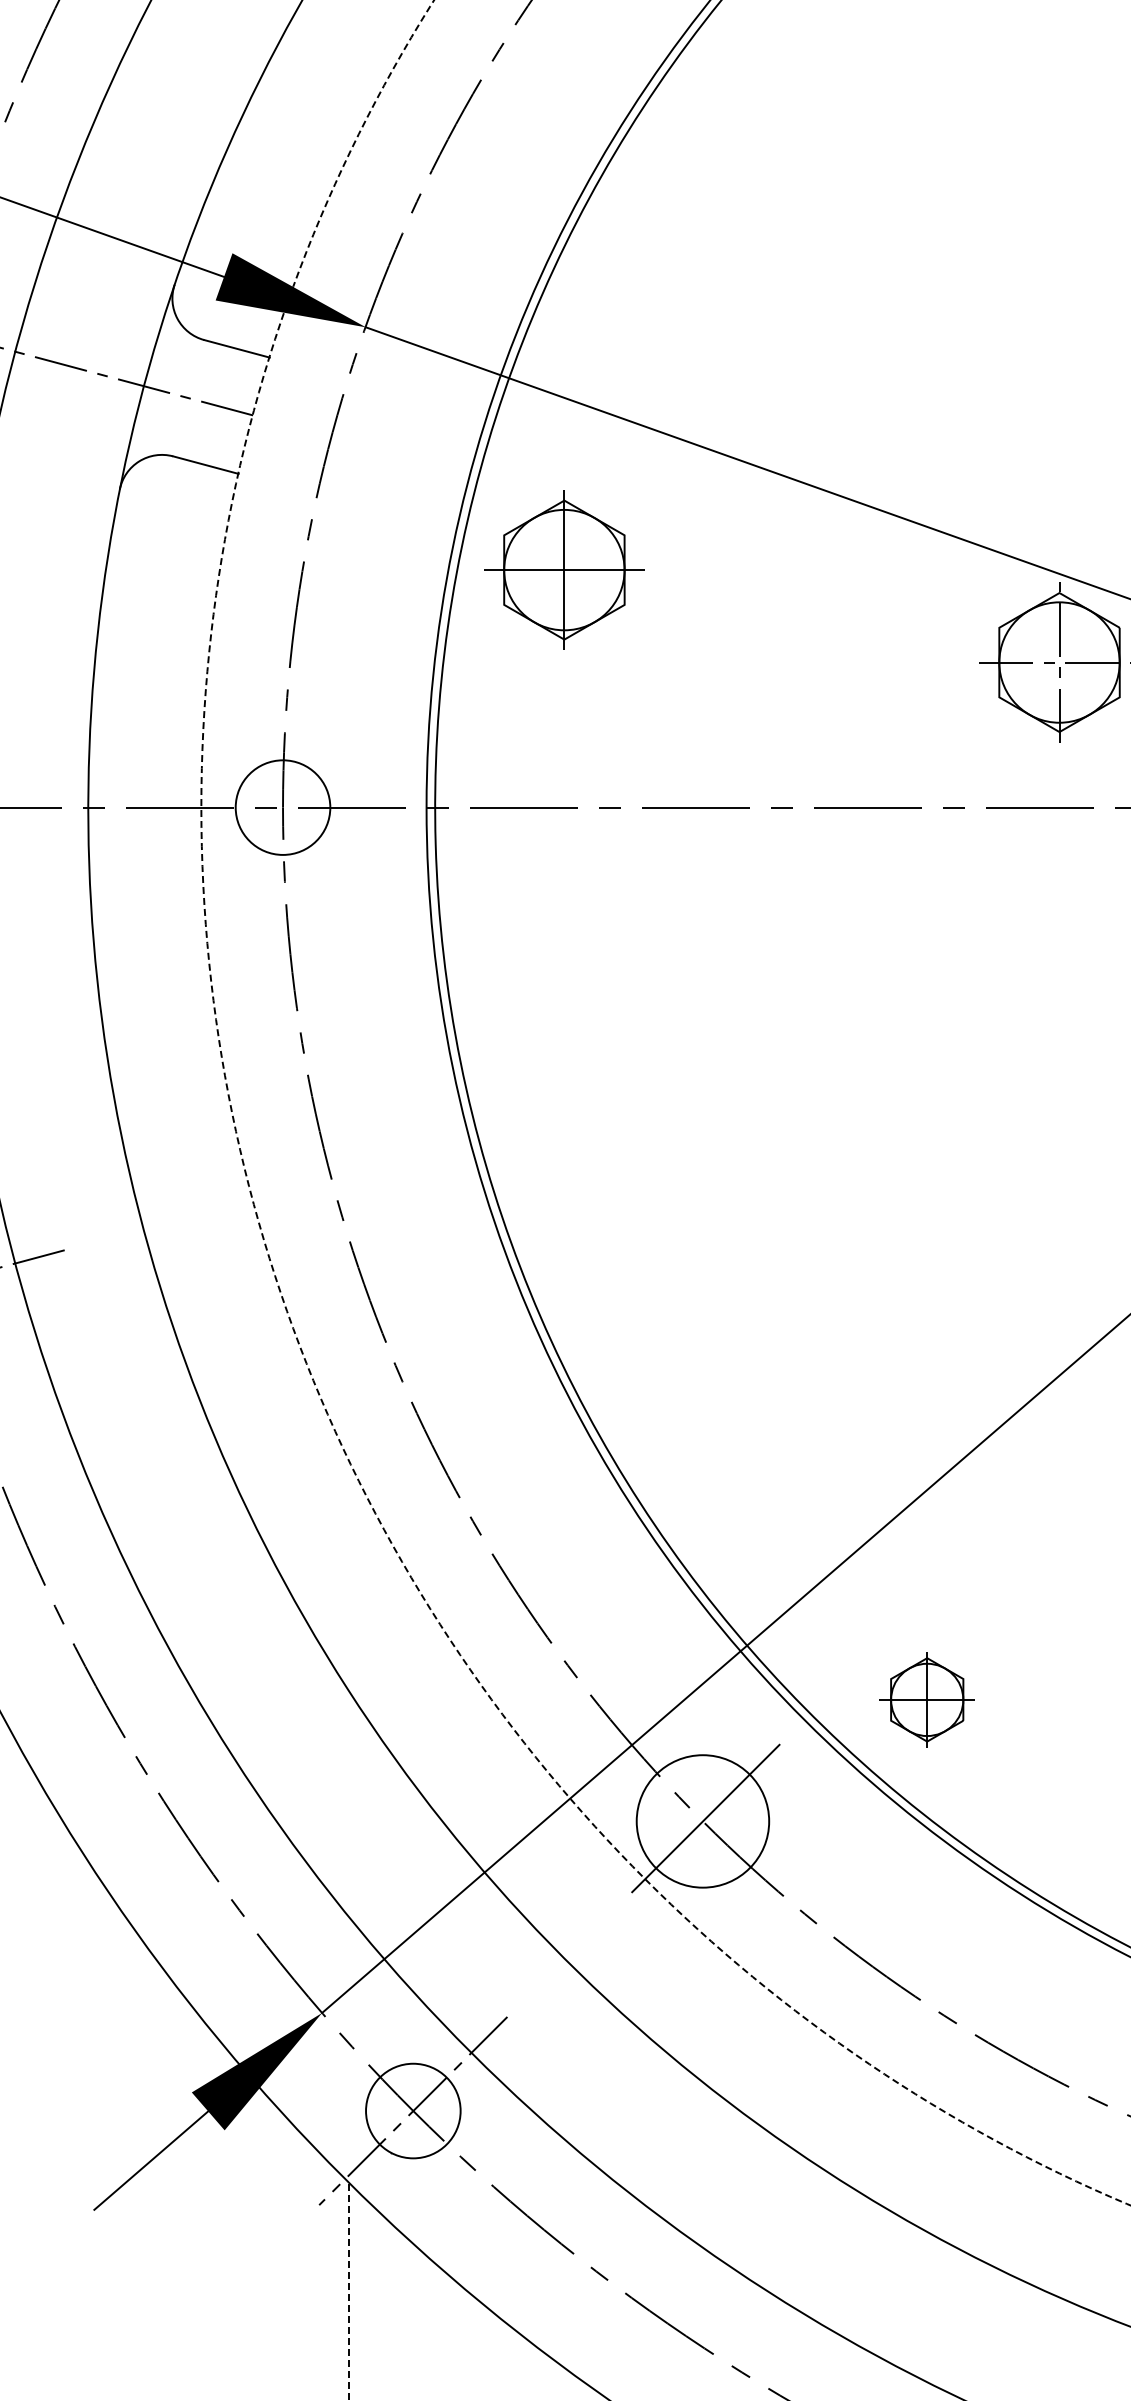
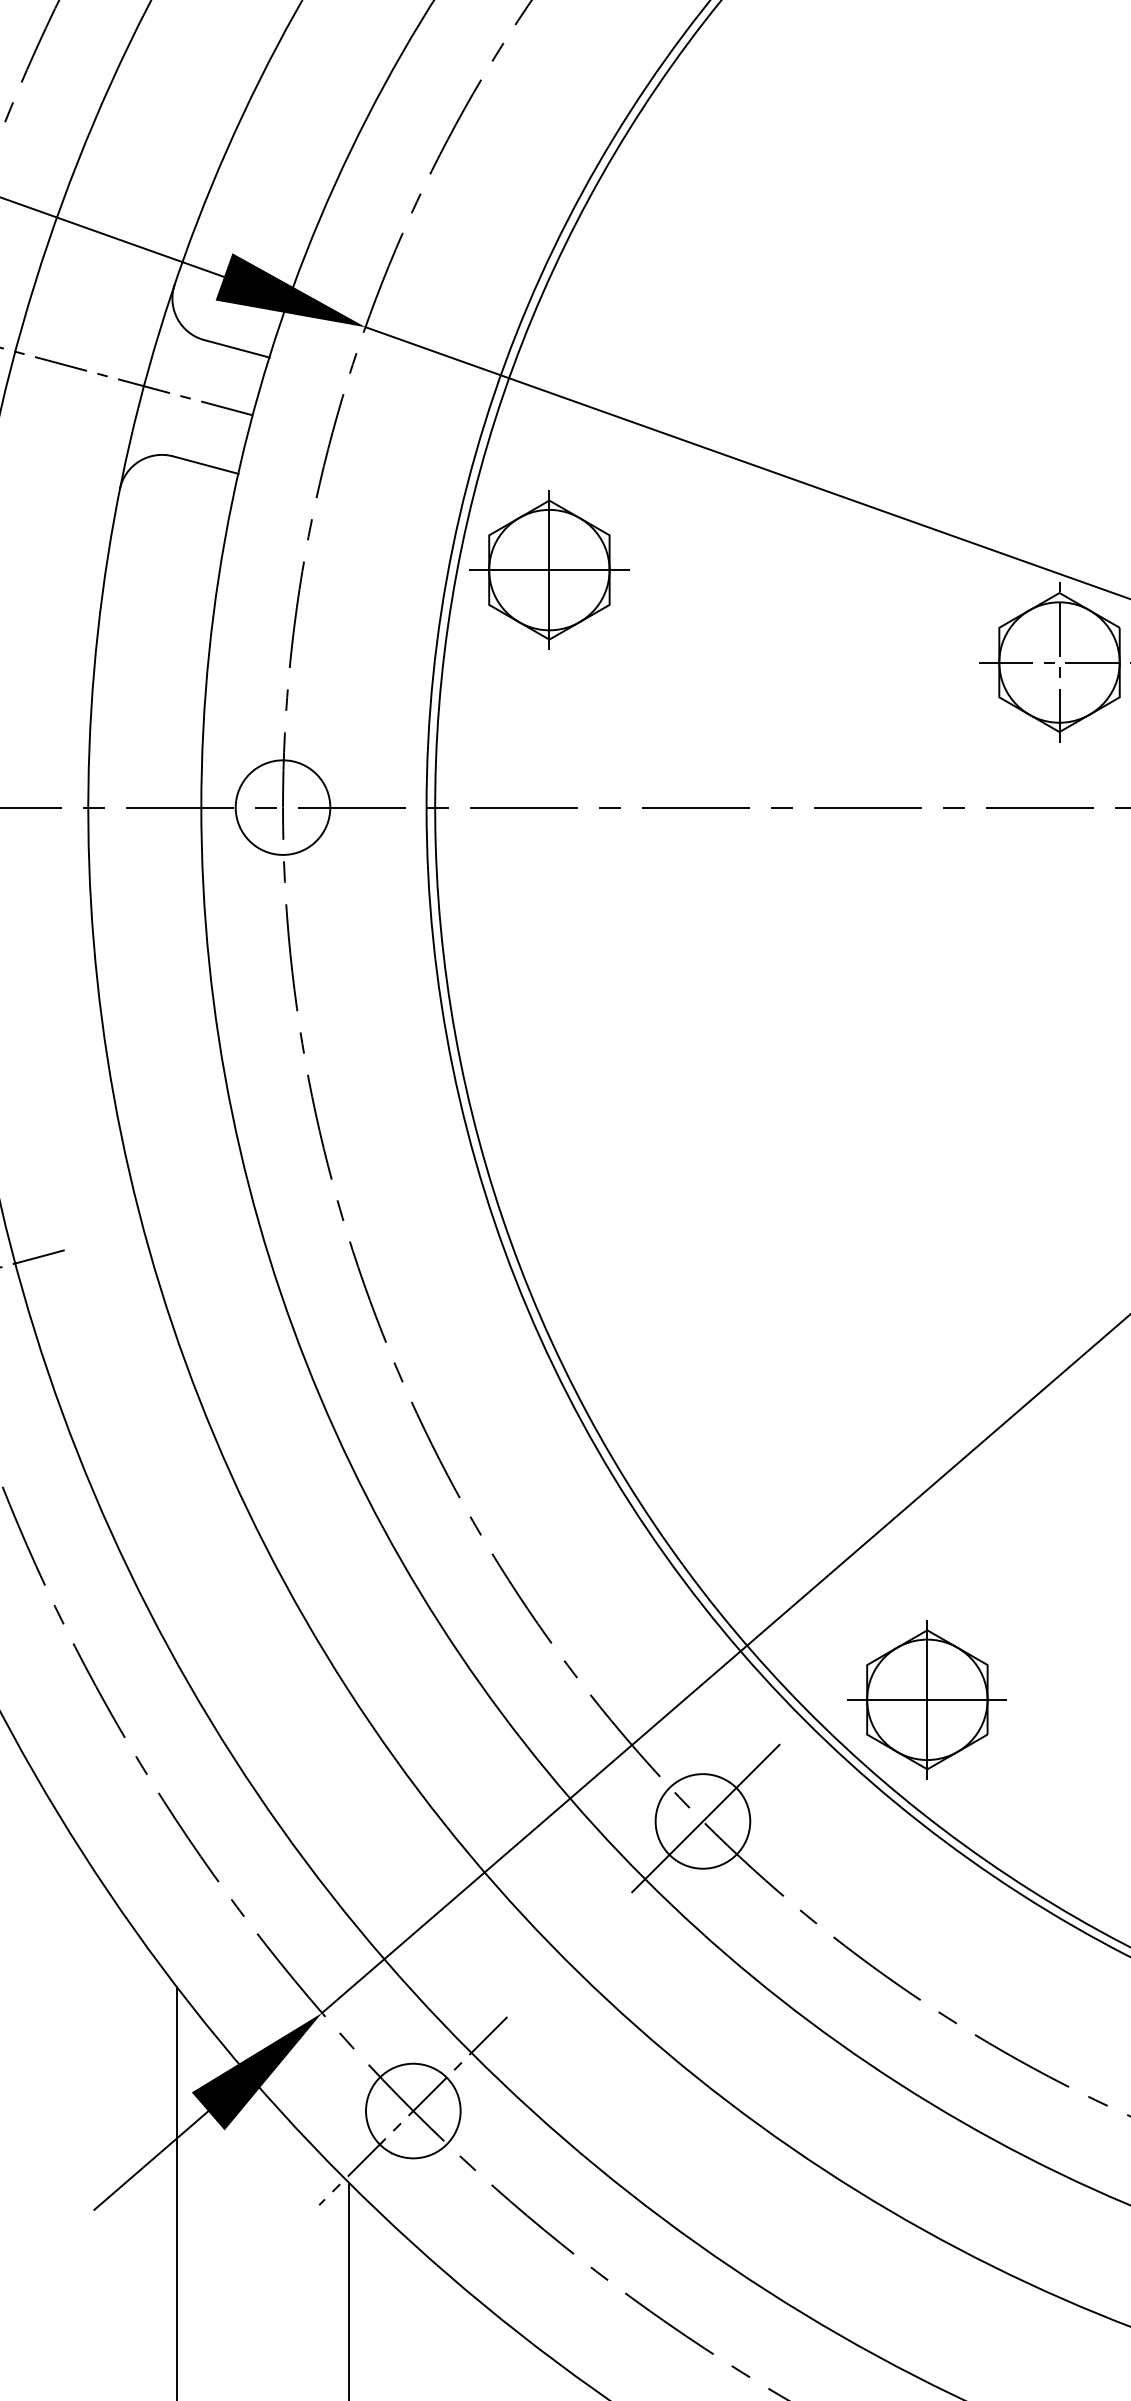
part at (564, 569) position: (564, 569) -> (549, 569)
circle at (665, 1102): dashed -> solid
part at (926, 1699) size: 96x96 px -> 160x160 px
circle at (702, 1821) diameter: 132 px -> 95 px
line at (177, 2192): none -> present
line at (349, 2291): dashed -> solid
